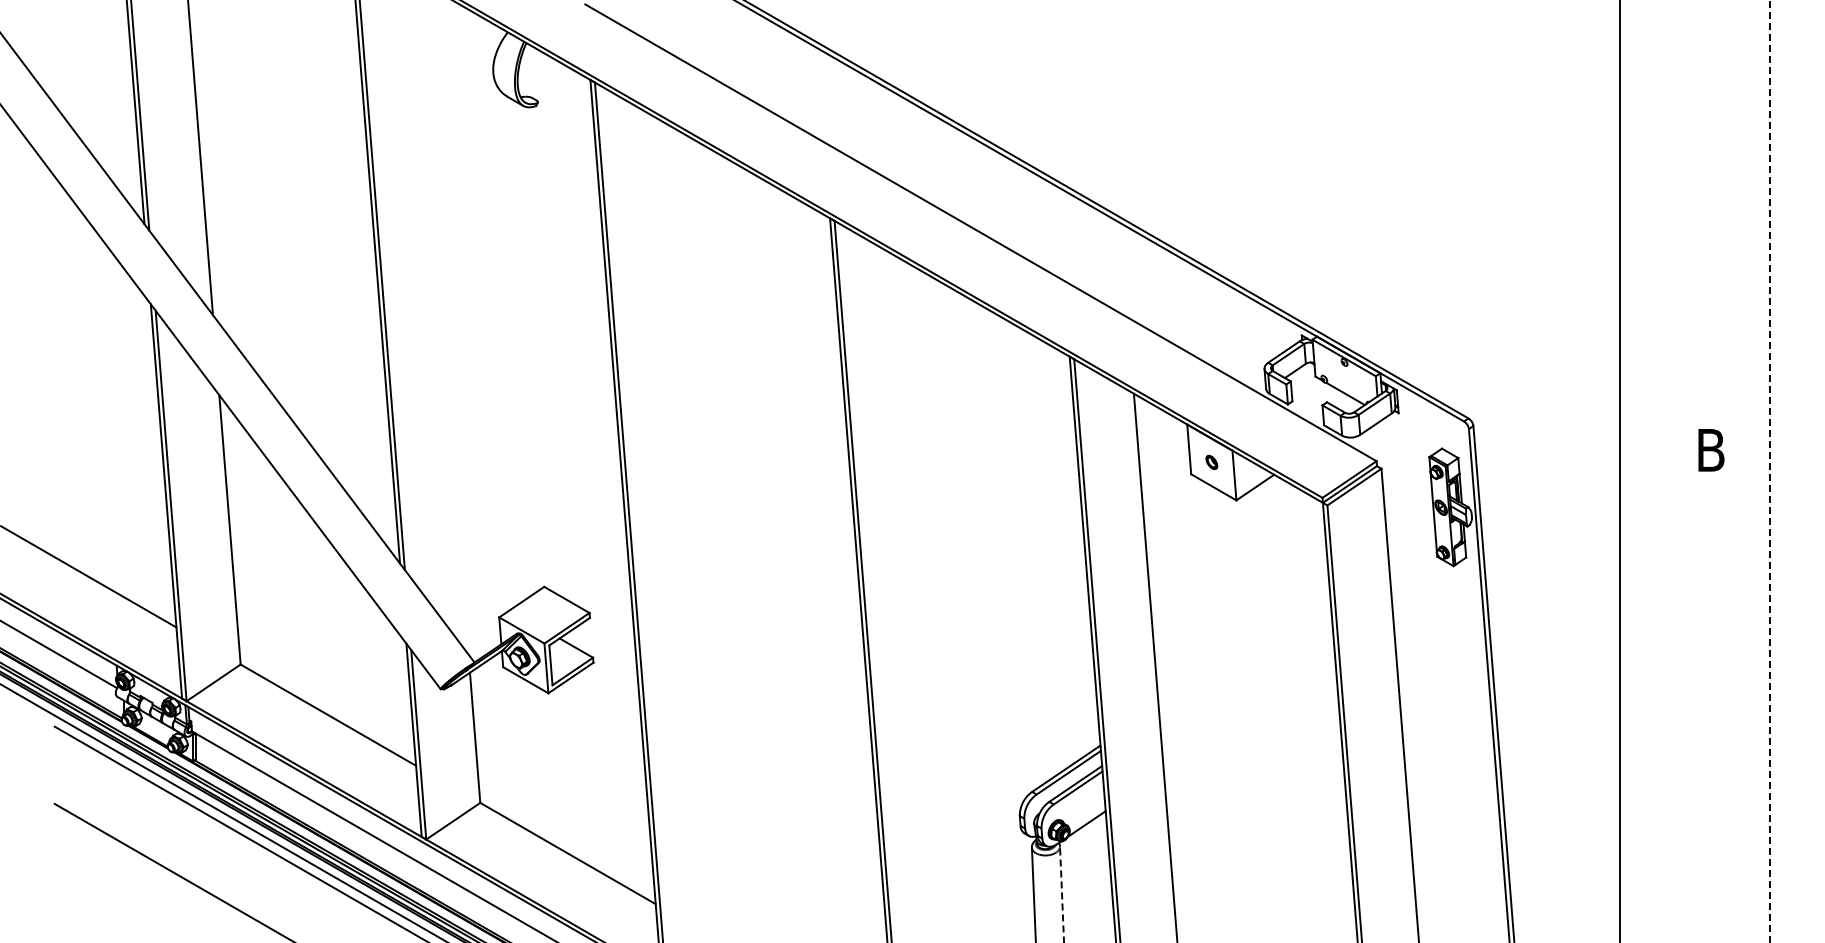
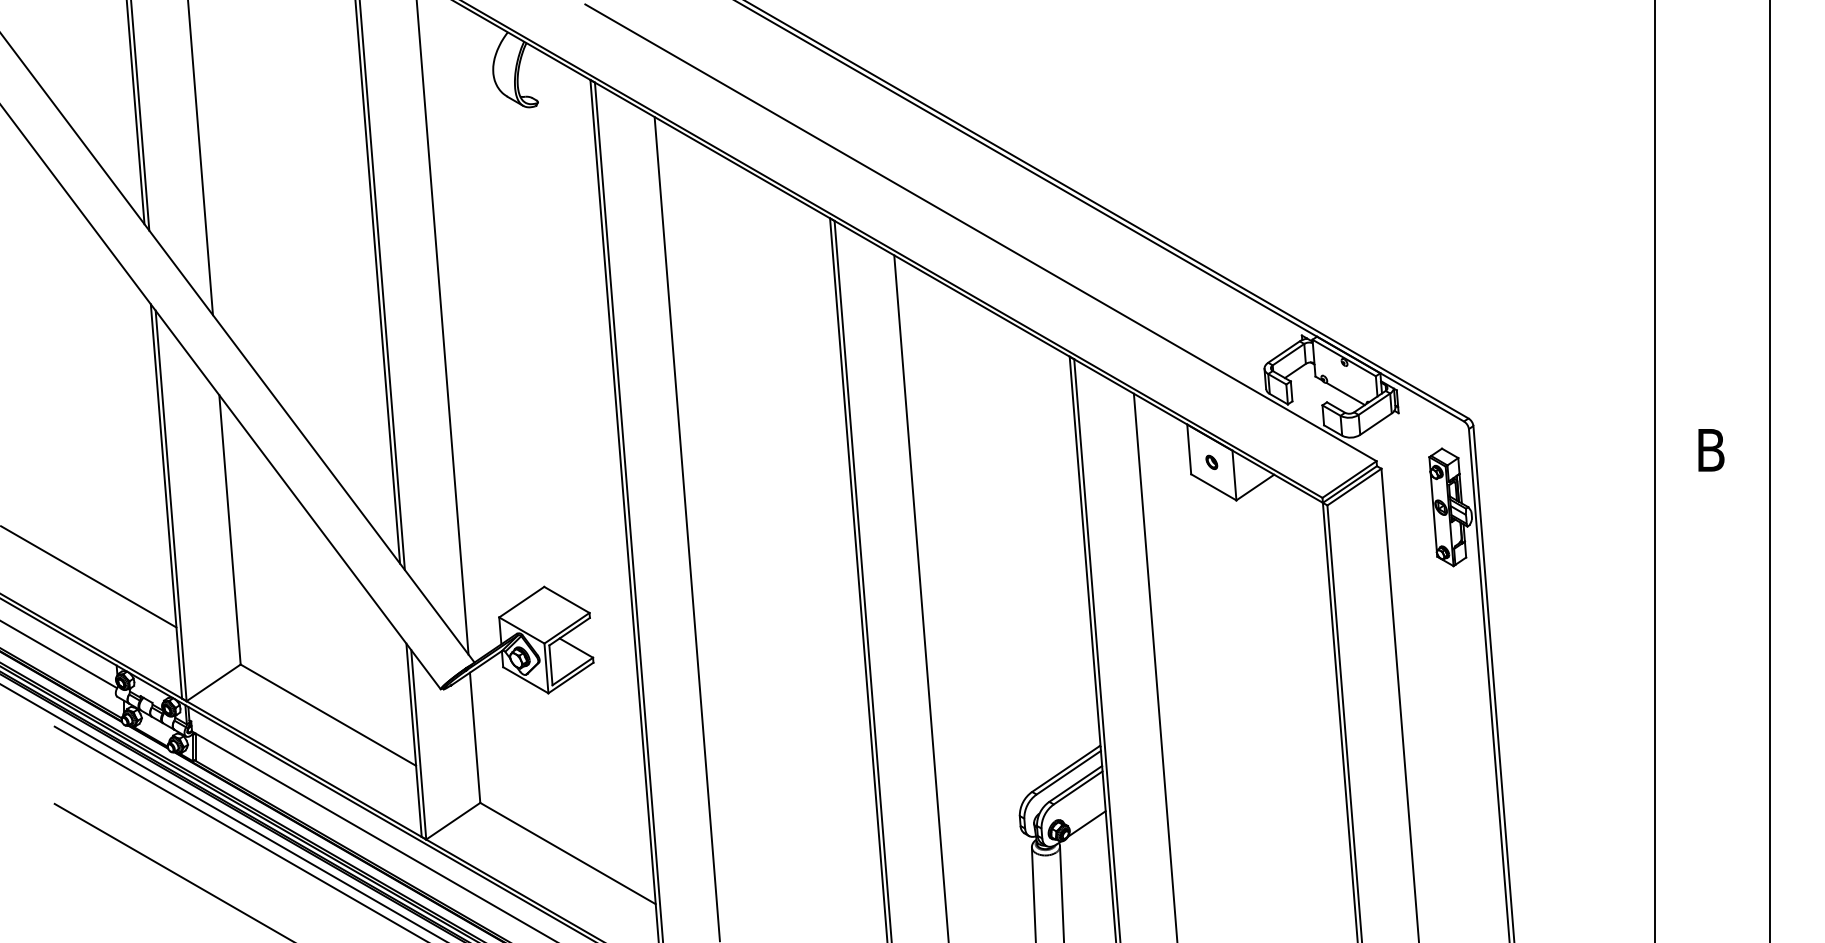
line at (442, 328): none -> present
line at (1620, 470) position: (1620, 470) -> (1655, 470)
line at (1770, 471): dashed -> solid
line at (686, 528): none -> present
line at (921, 597): none -> present
line at (1062, 894): dashed -> solid
